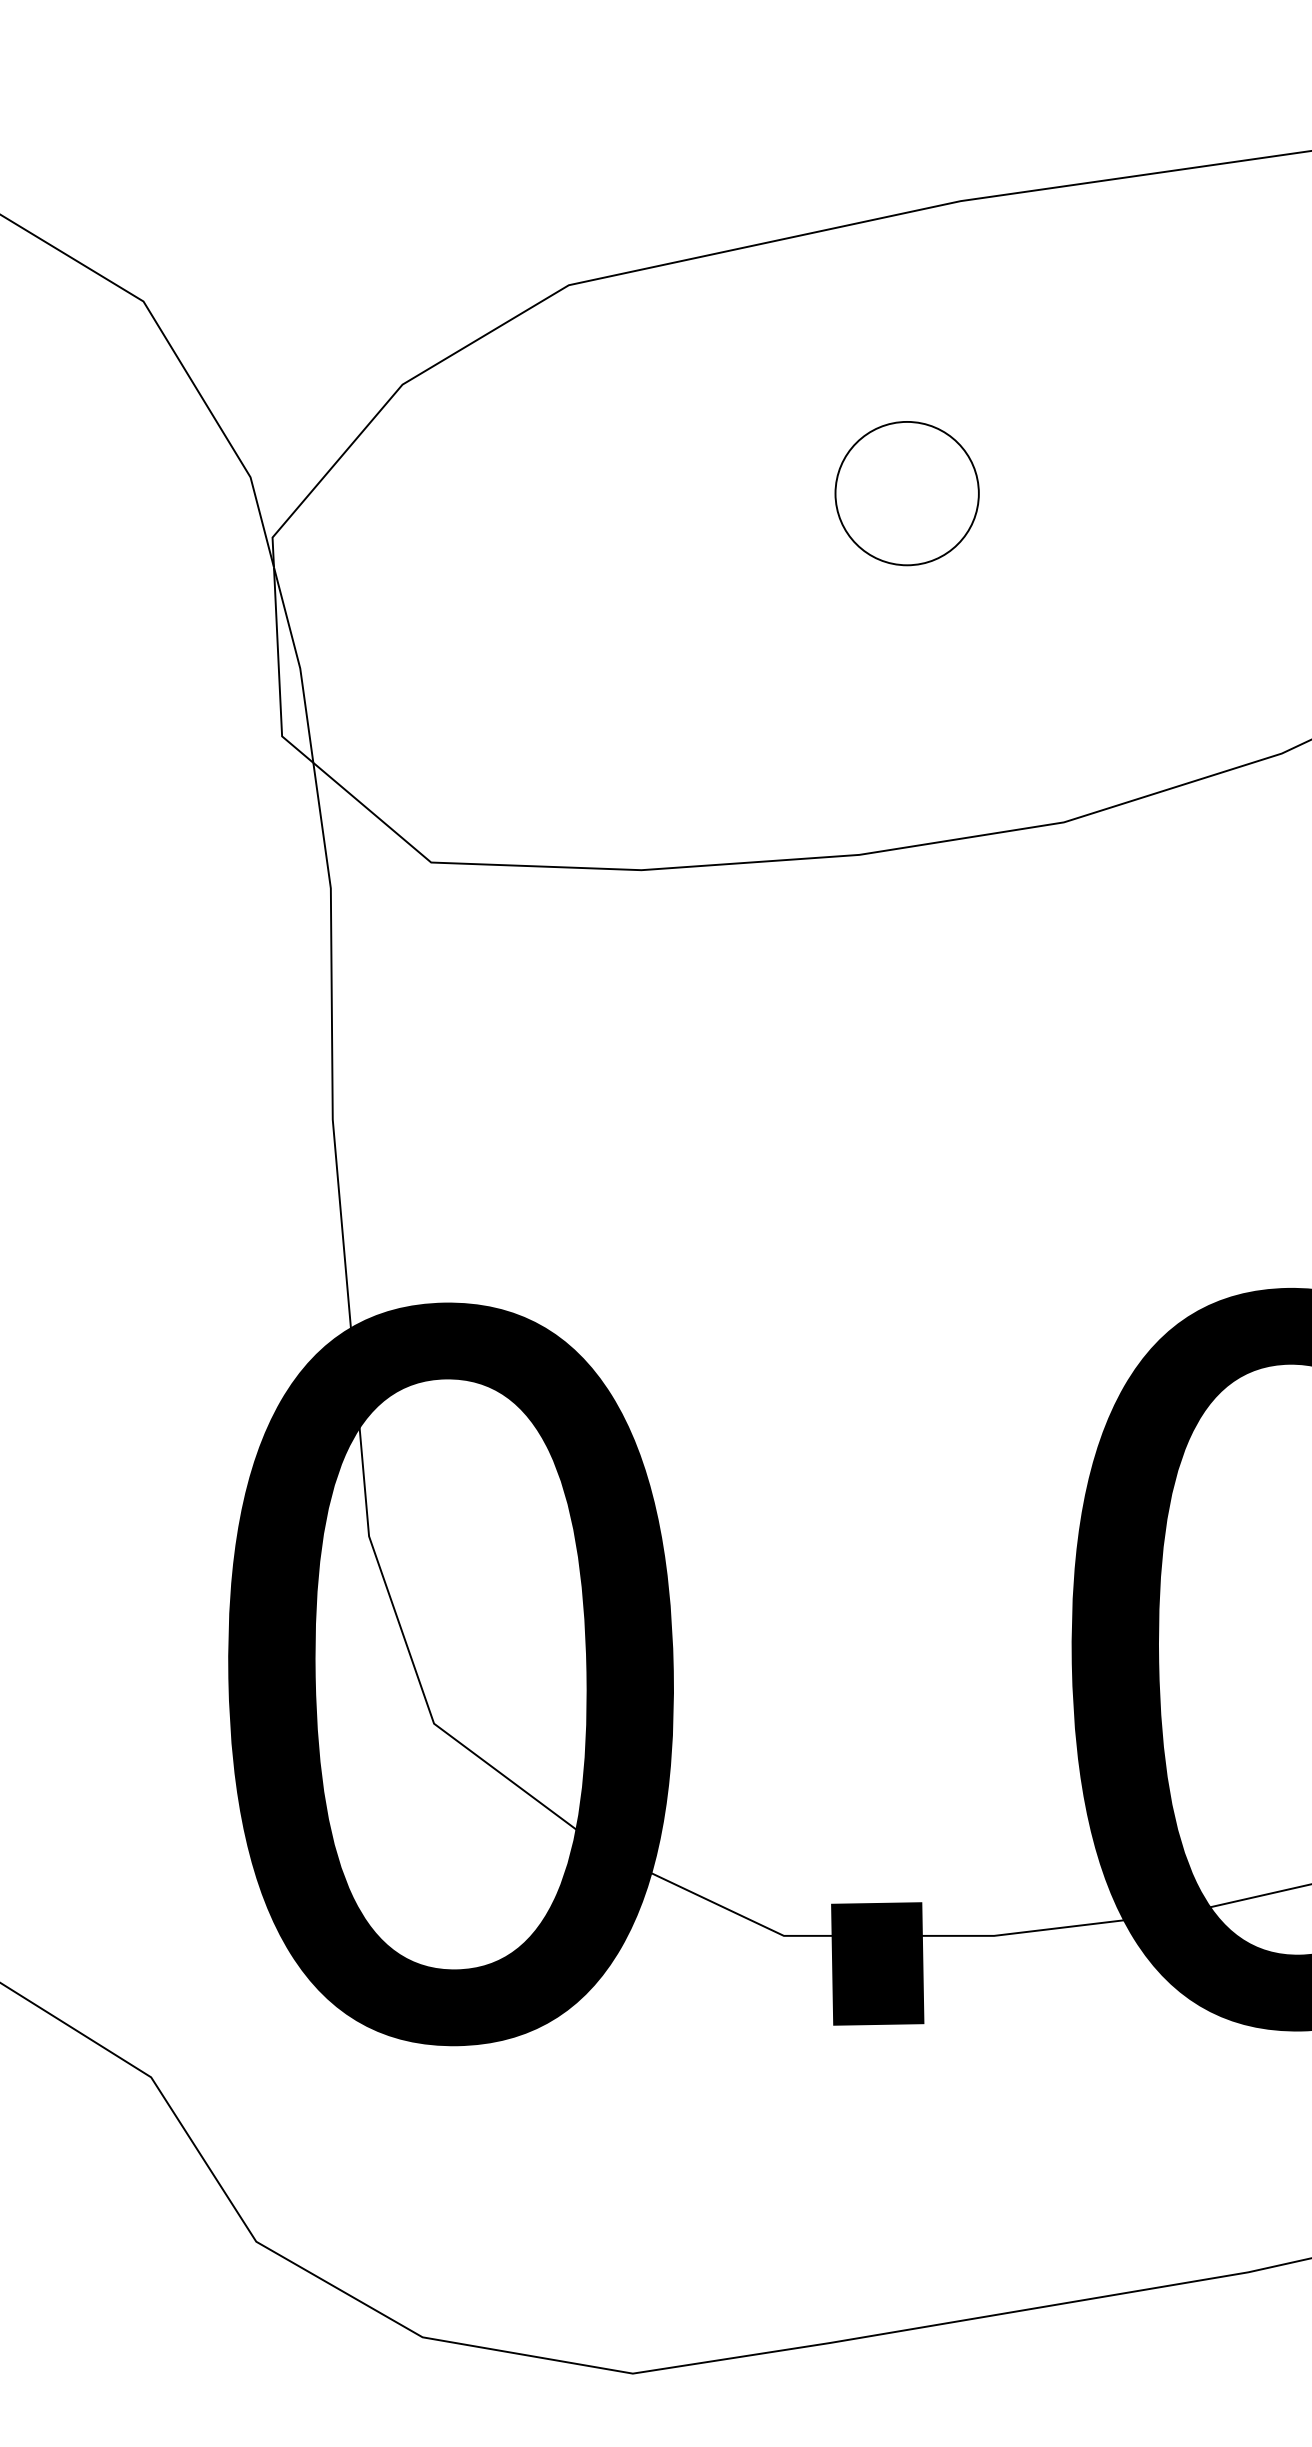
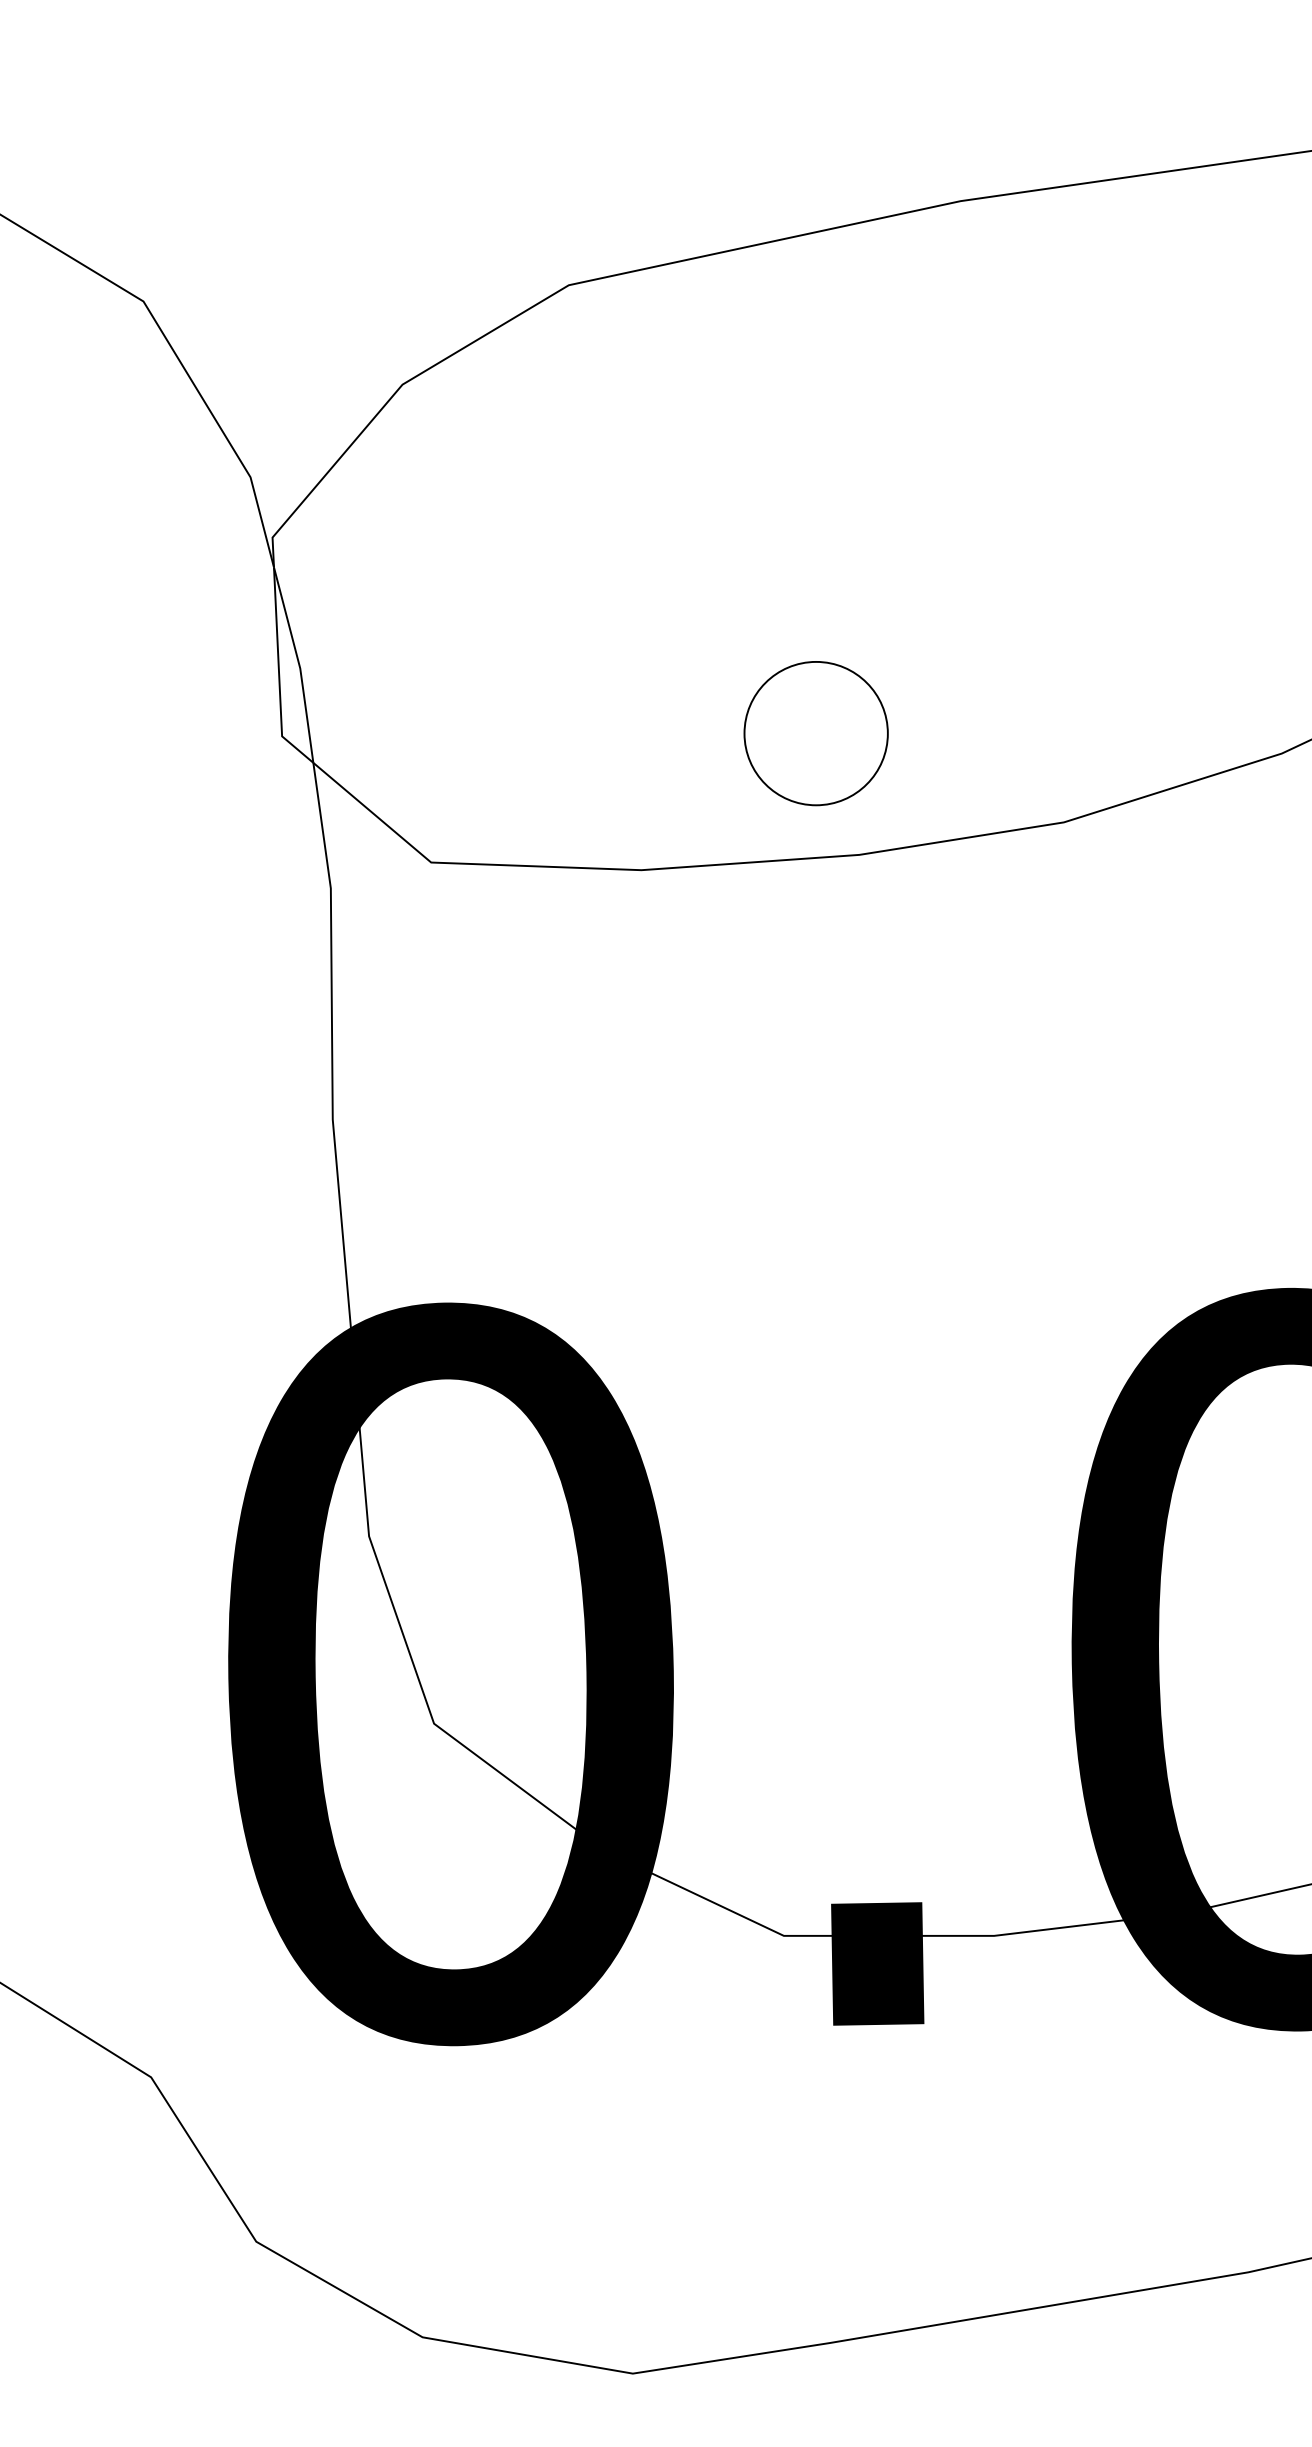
part at (906, 493) position: (906, 493) -> (815, 733)
